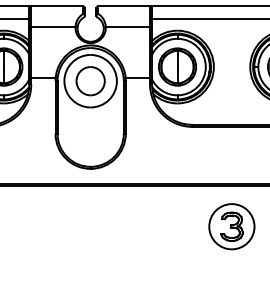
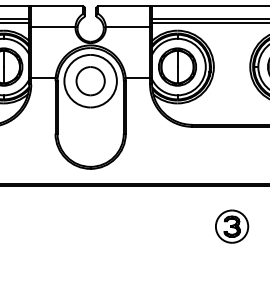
line at (15, 22): none -> present
line at (209, 22): none -> present
part at (231, 226) size: 48x48 px -> 35x35 px
